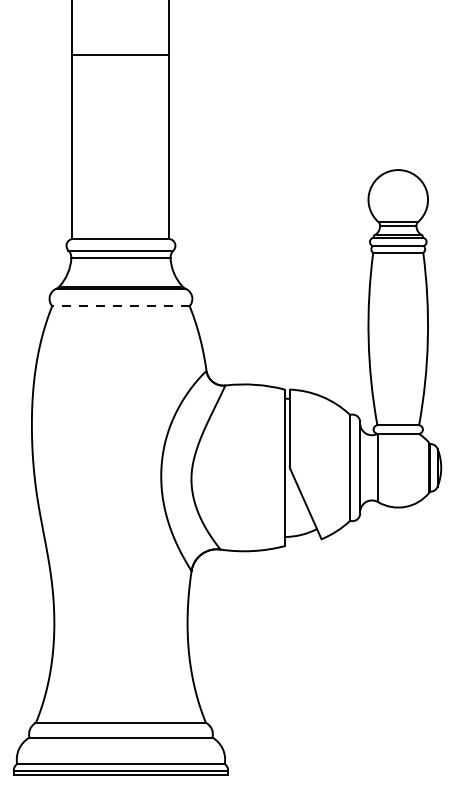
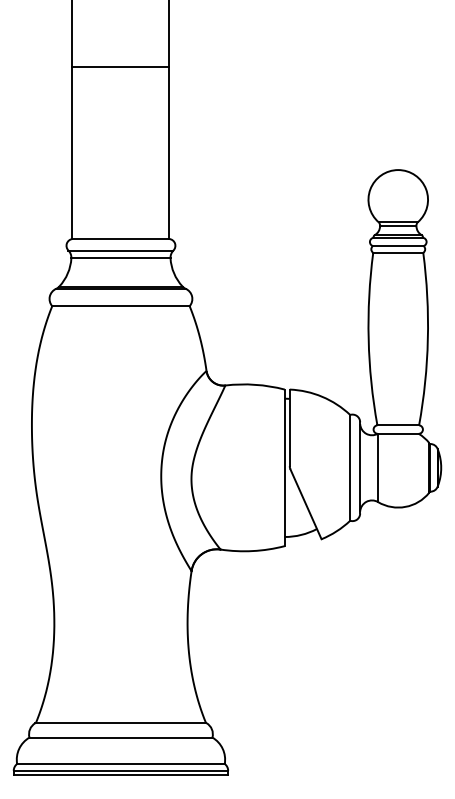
line at (120, 55) position: (120, 55) -> (120, 67)
line at (120, 306): dashed -> solid
